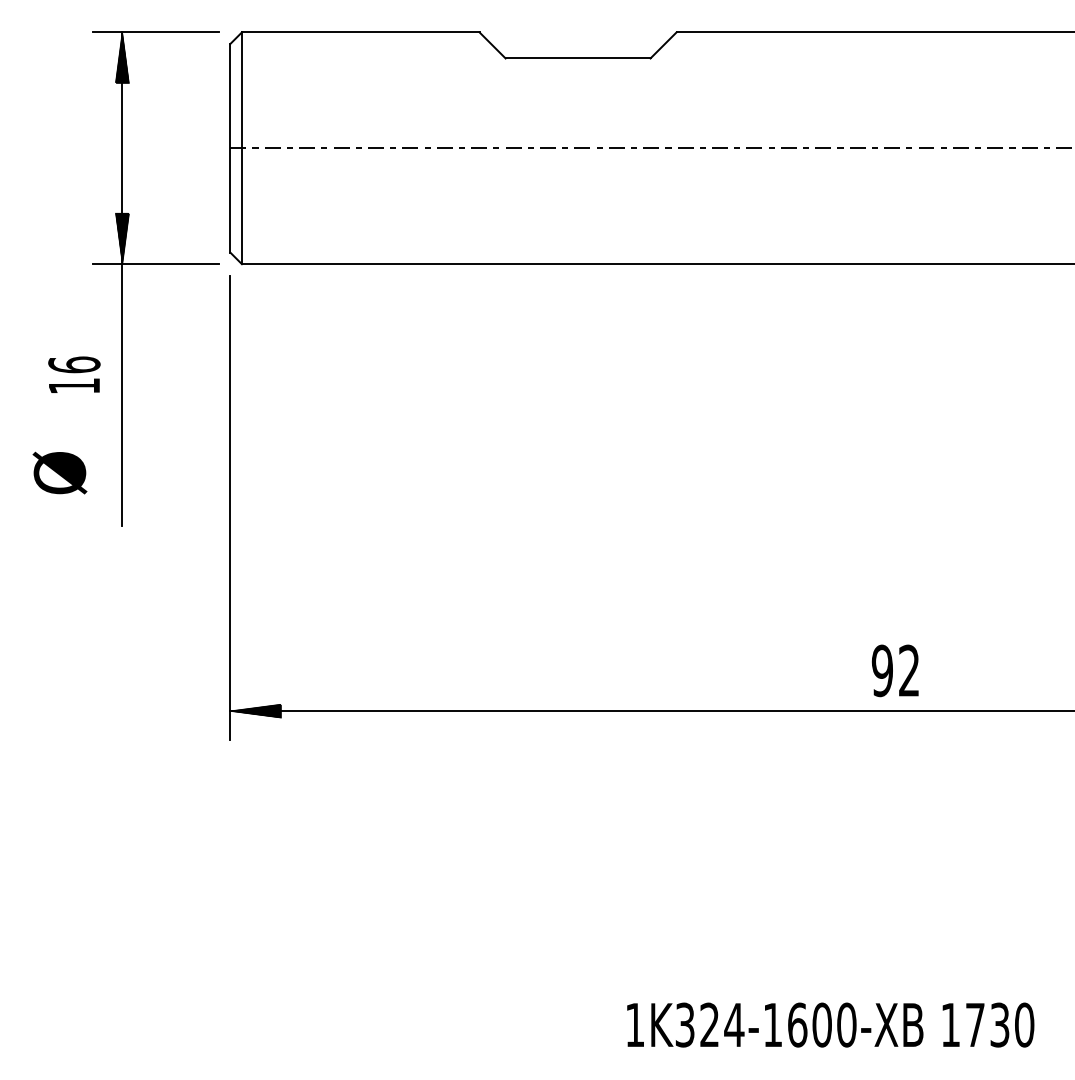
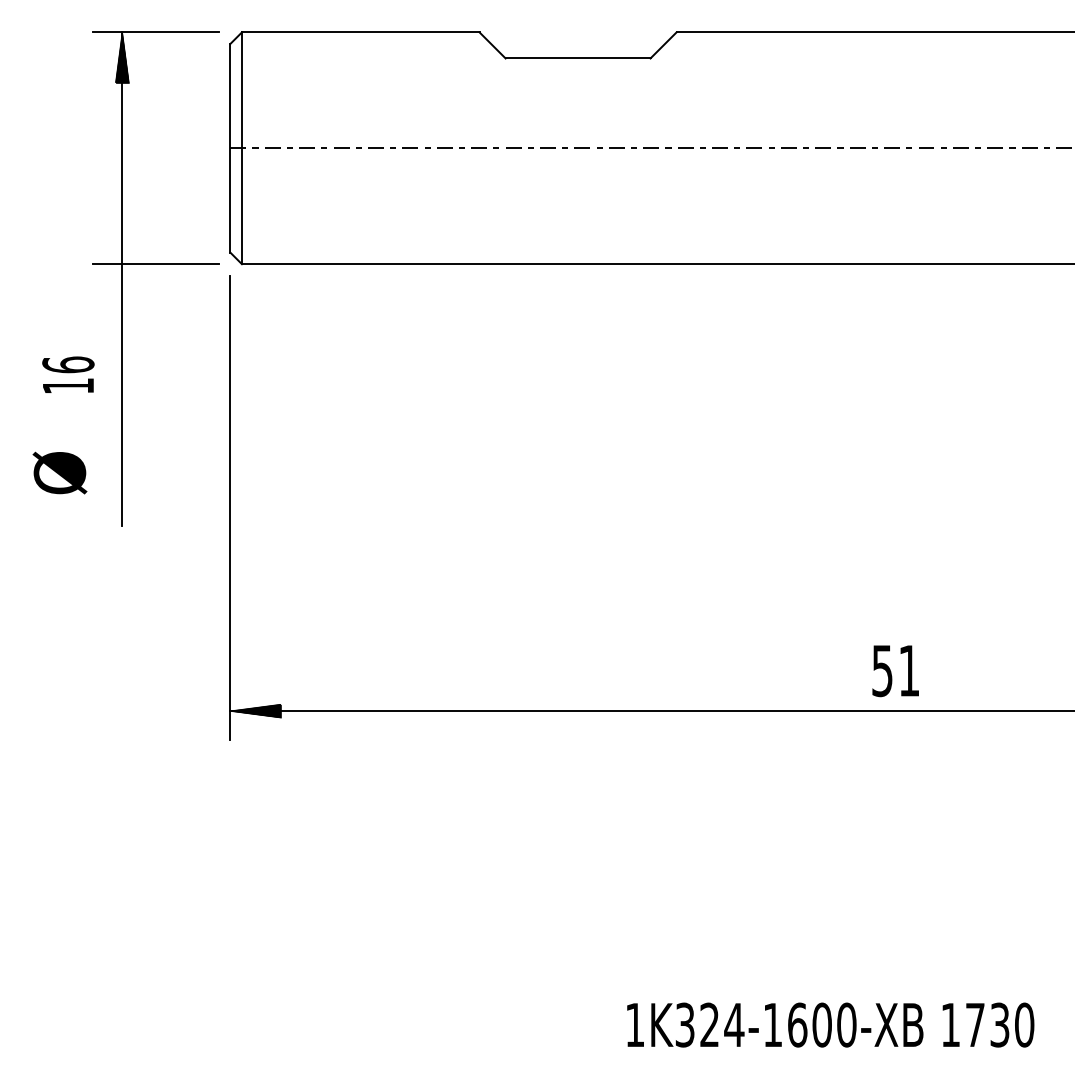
hatch at (122, 238): present -> none
text at (74, 374) position: (74, 374) -> (68, 374)
text at (894, 670): 92 -> 51
